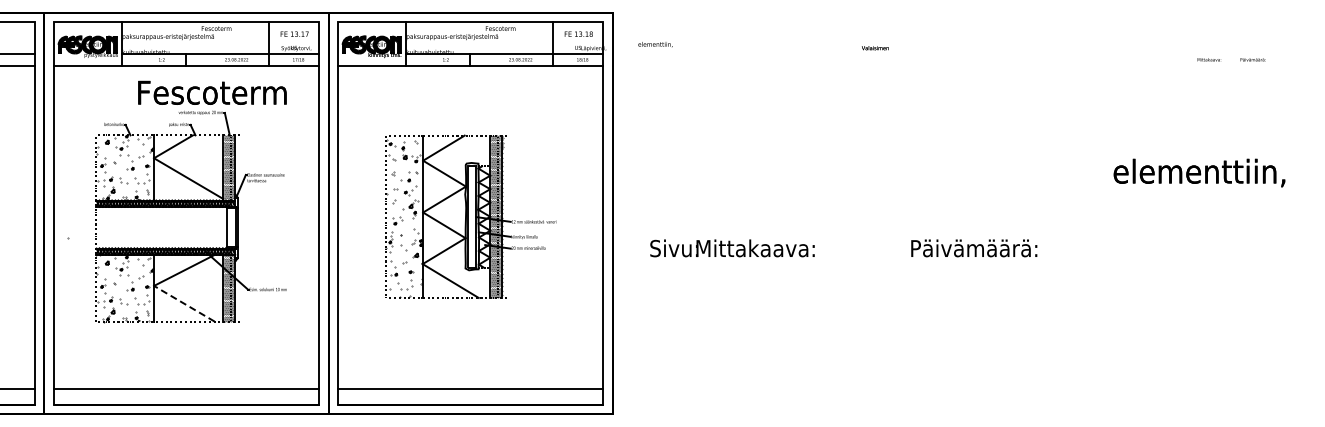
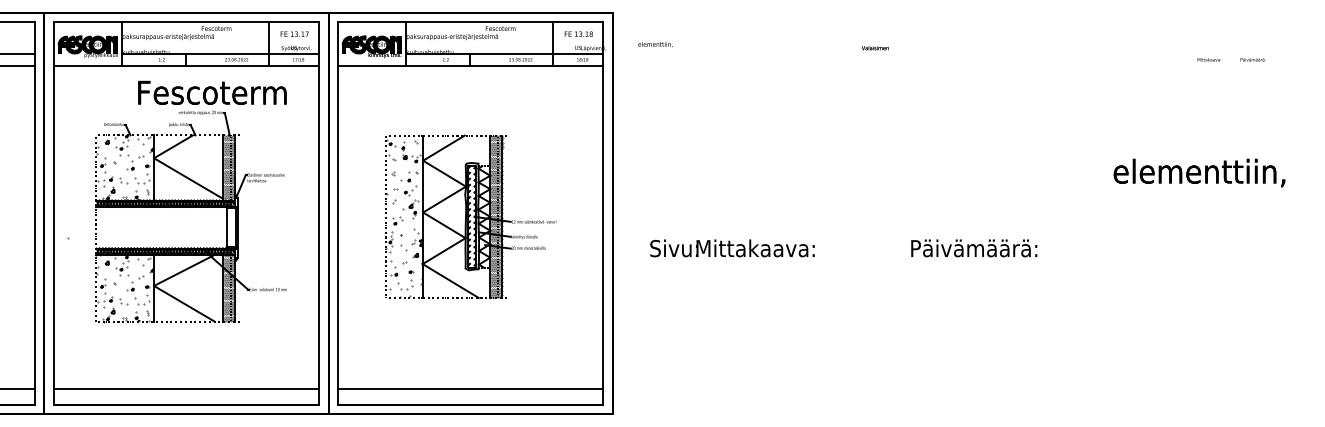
hatch at (472, 216): none -> present
line at (183, 303): dashed -> solid
